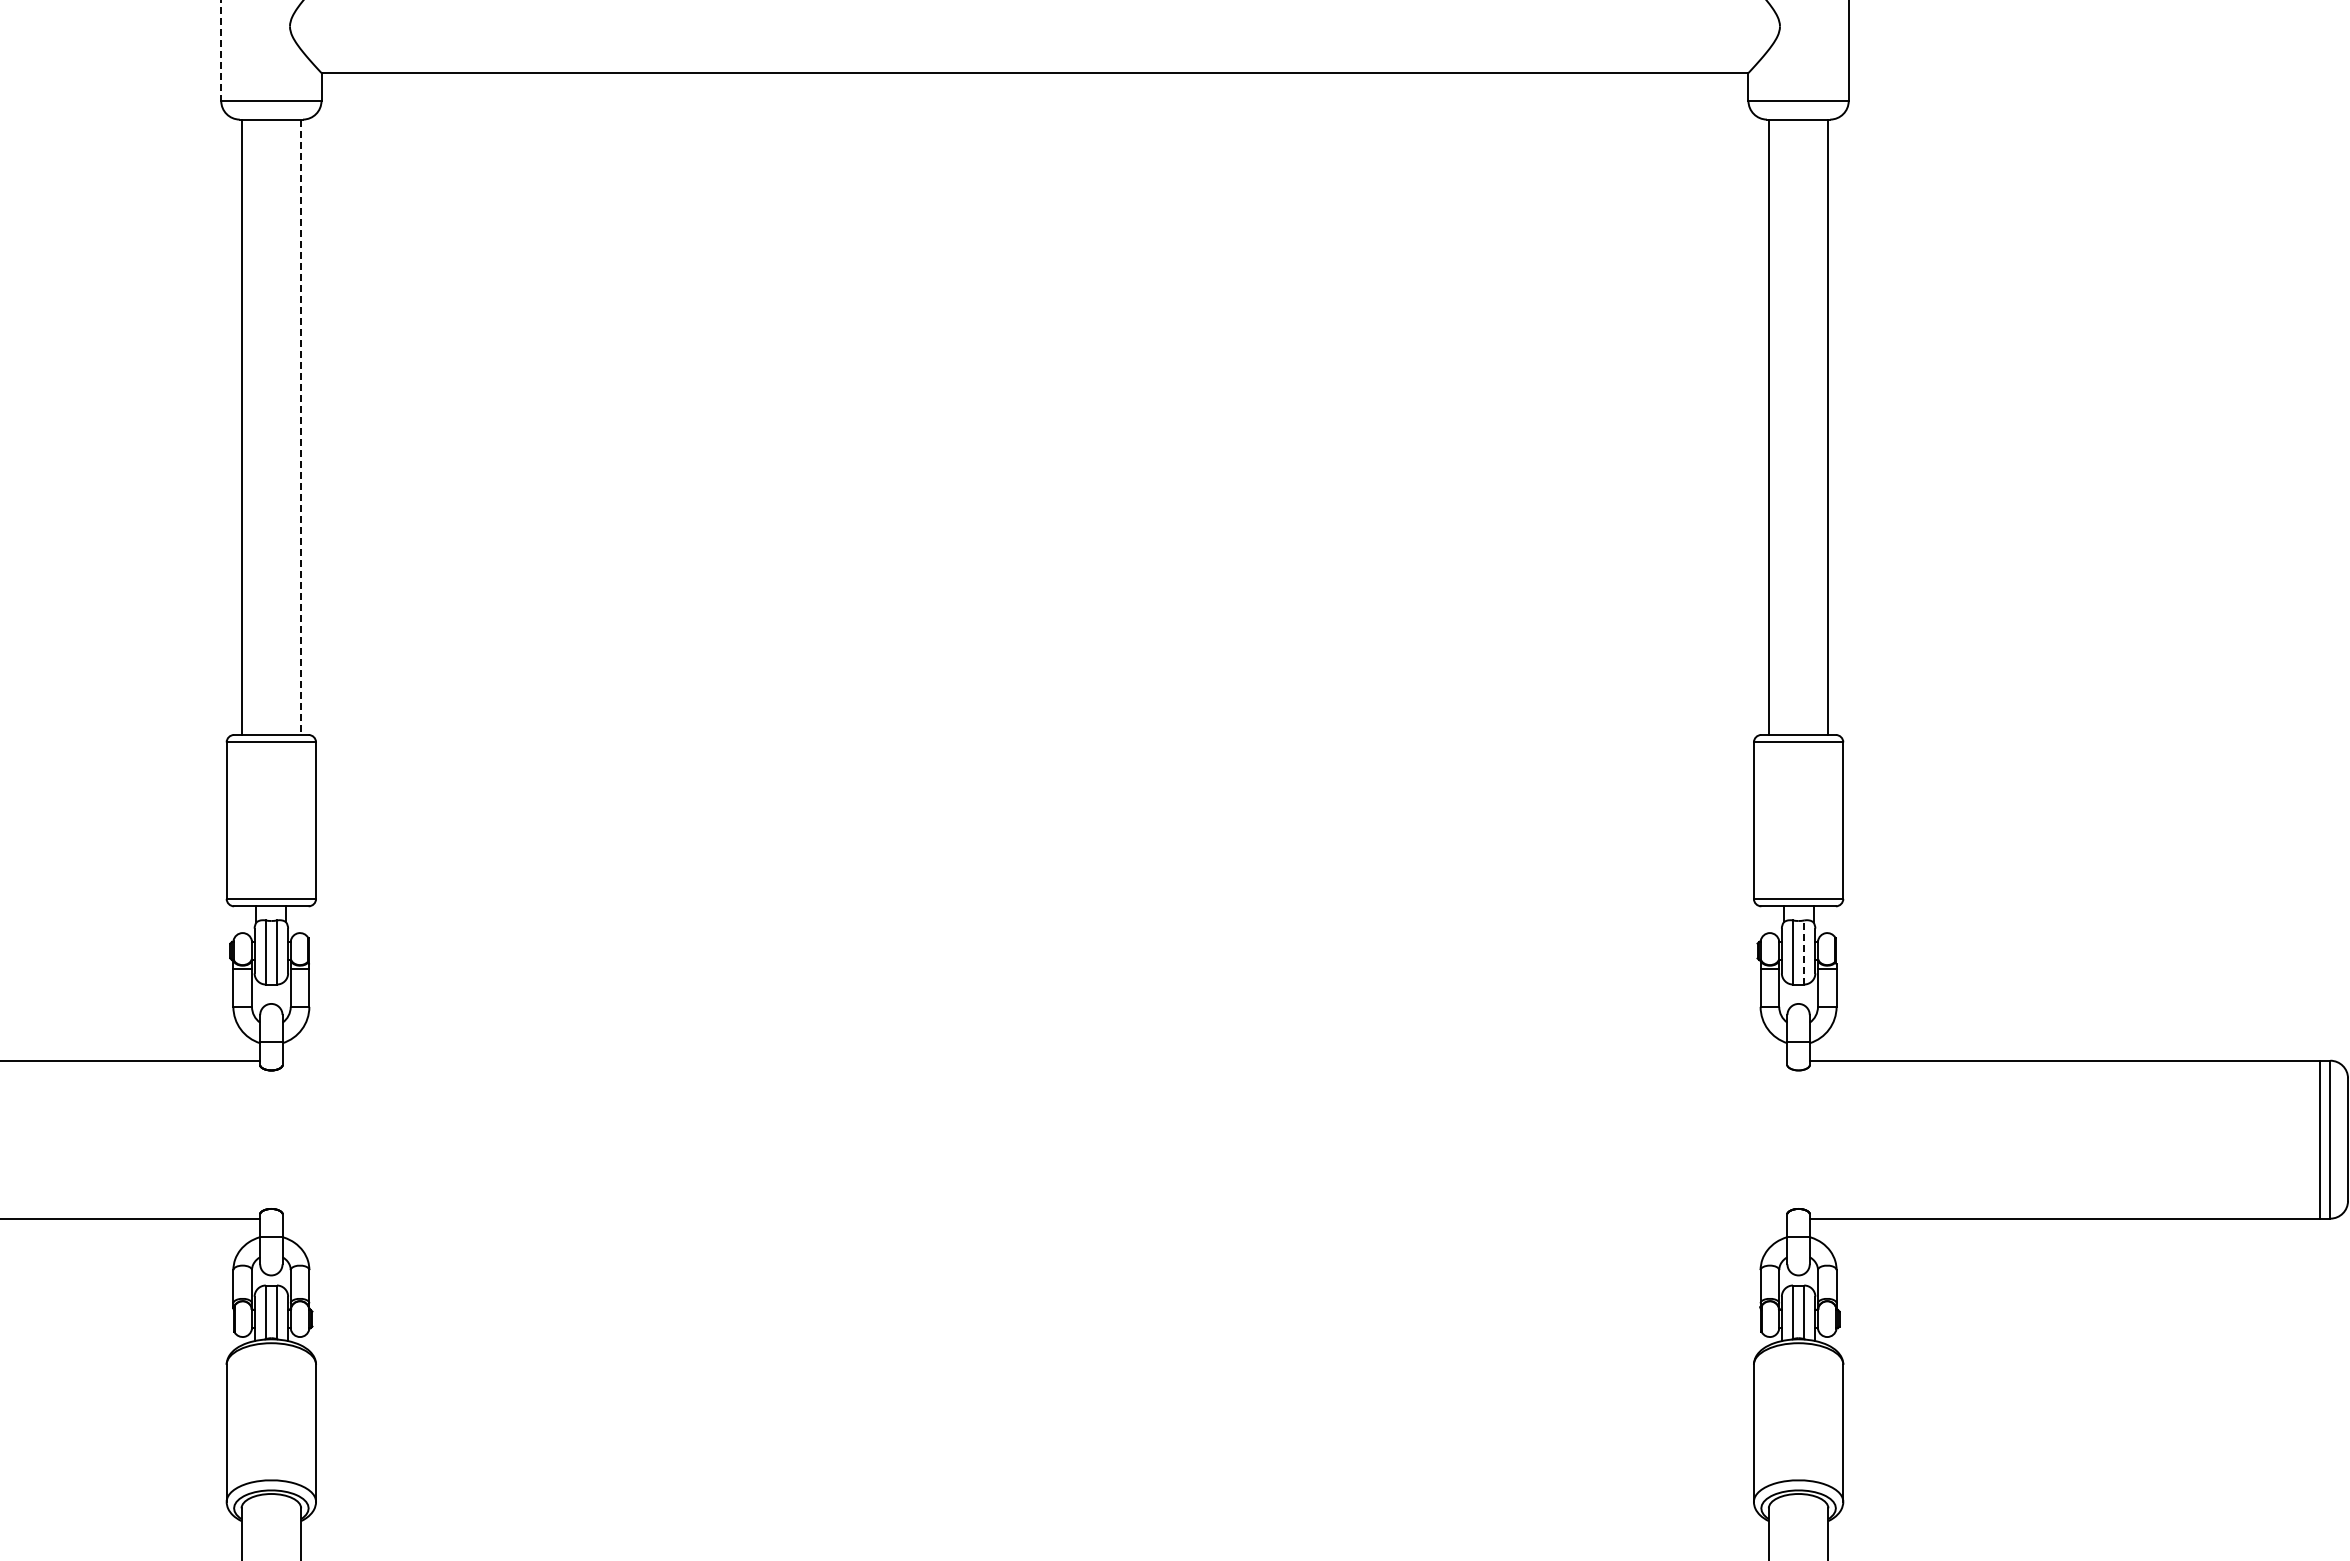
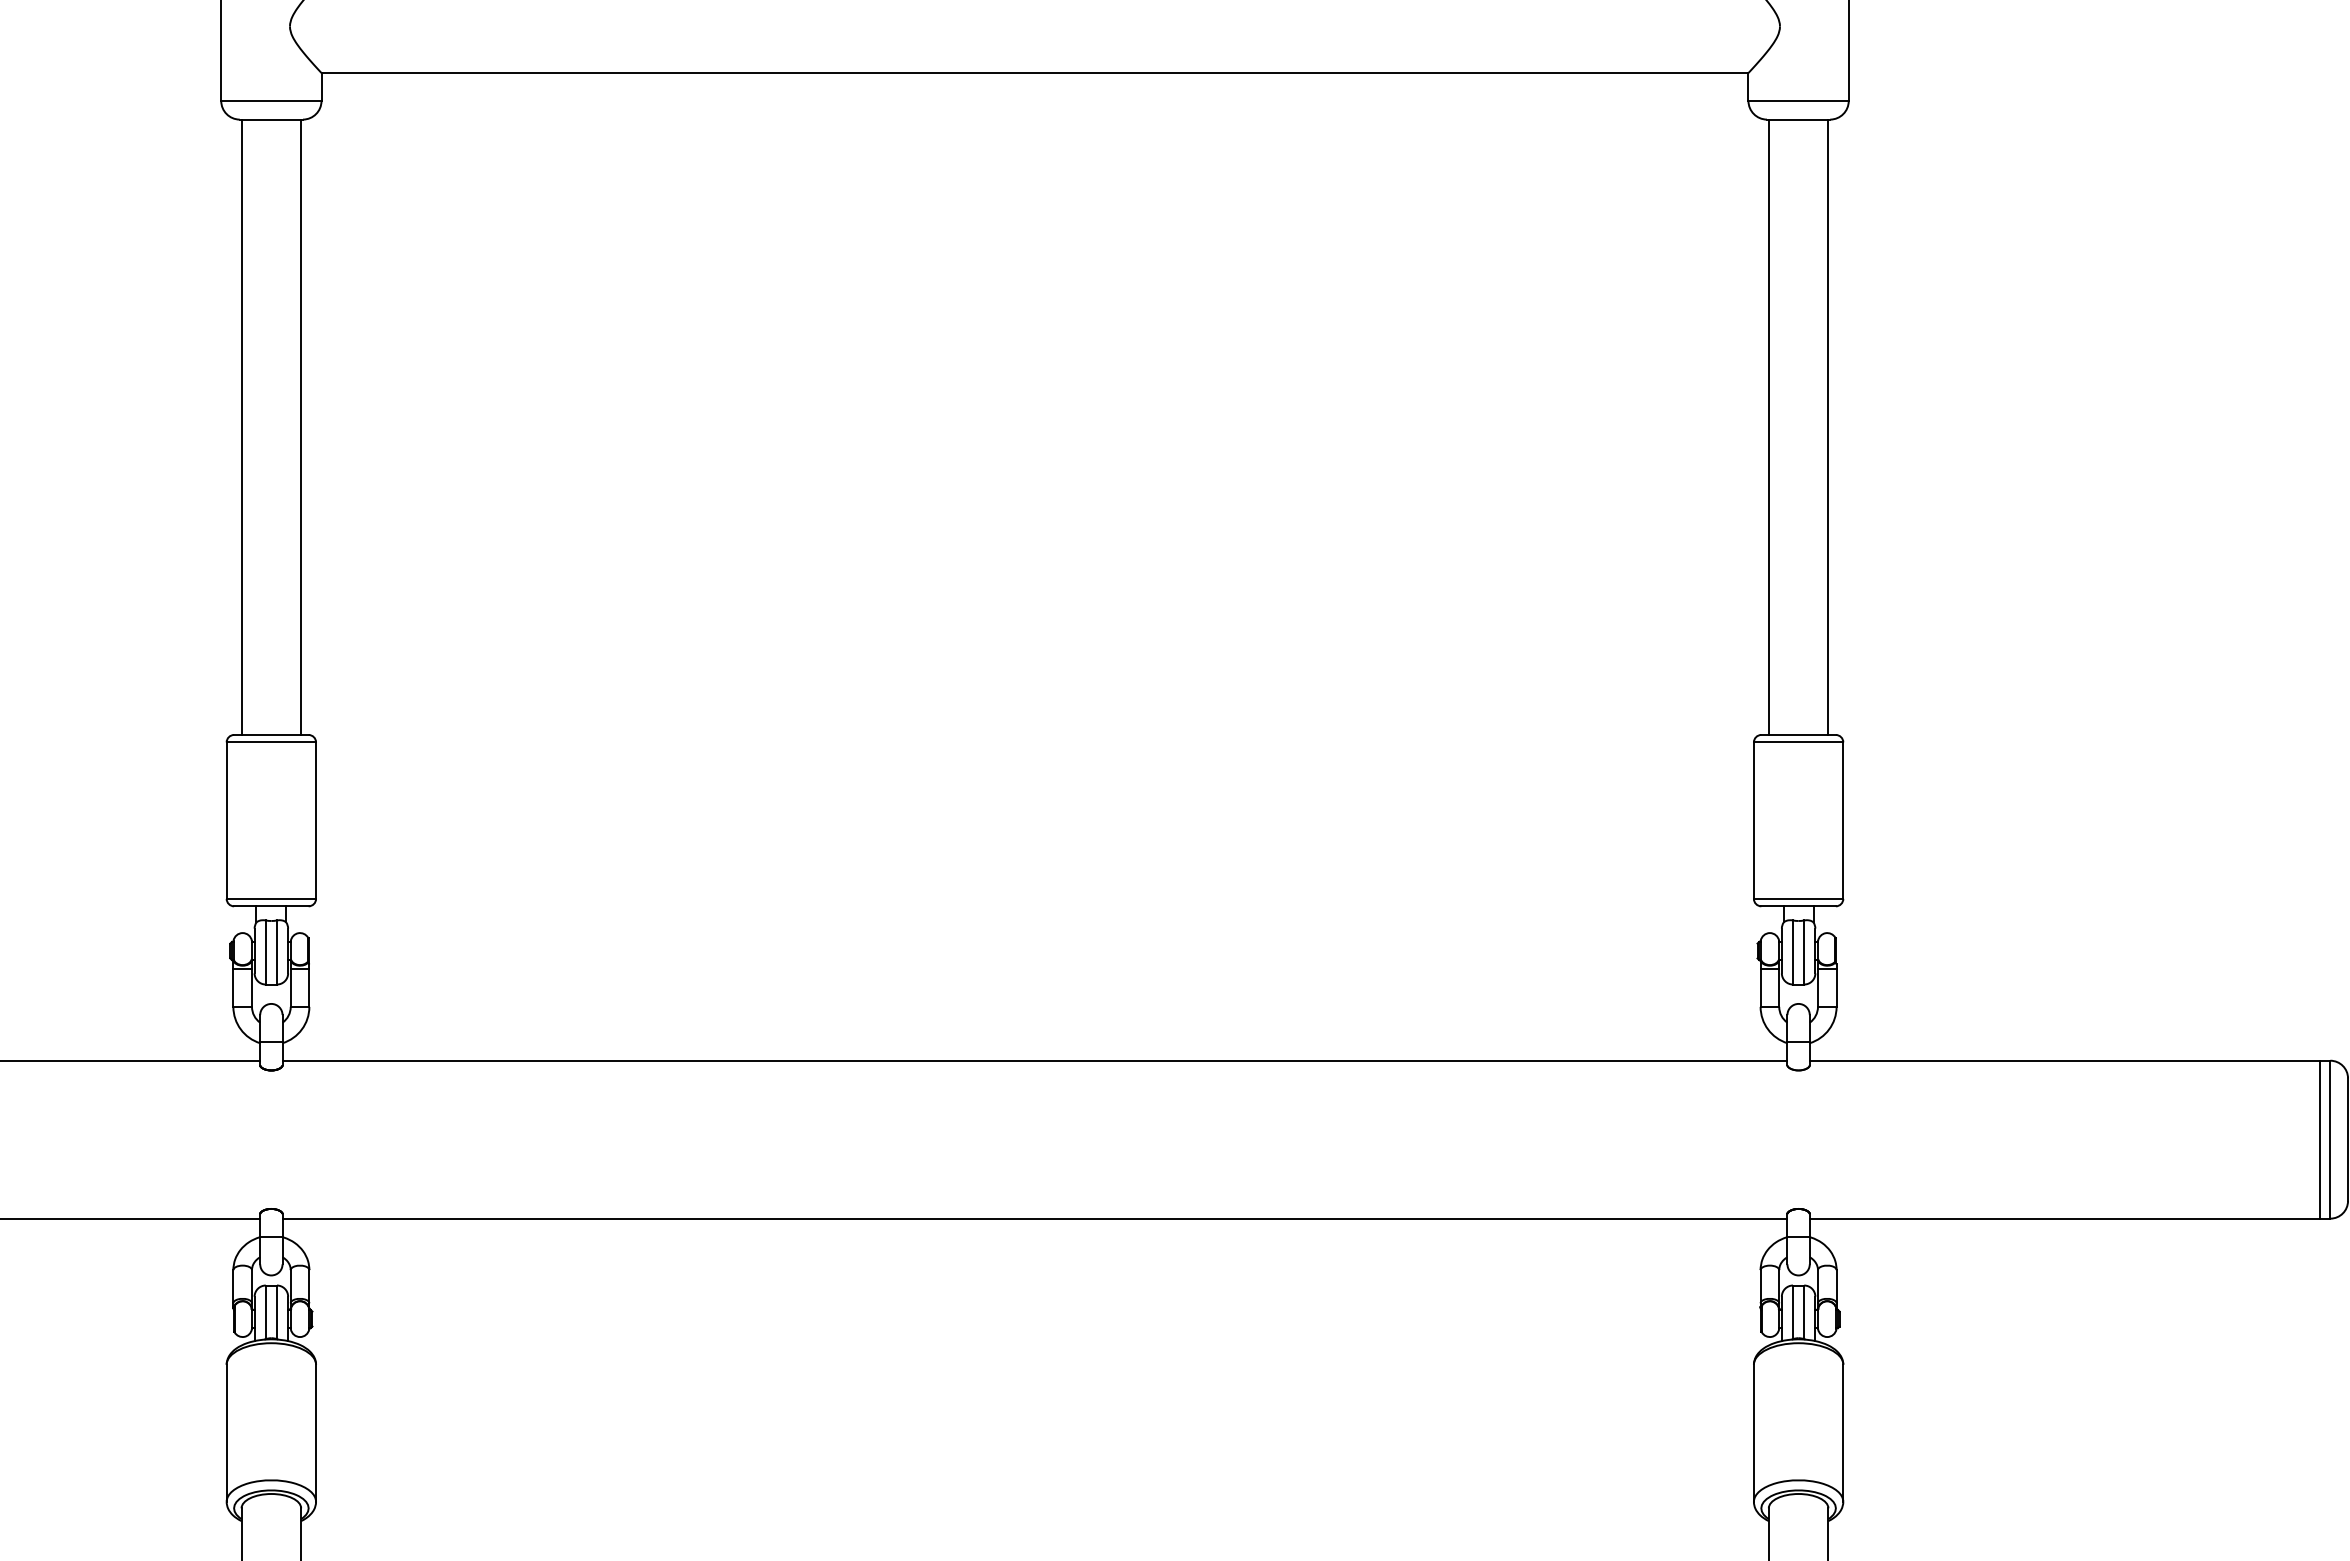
line at (221, 50): dashed -> solid
line at (301, 427): dashed -> solid
line at (1804, 952): dashed -> solid
line at (1034, 1060): none -> present
line at (1034, 1218): none -> present
